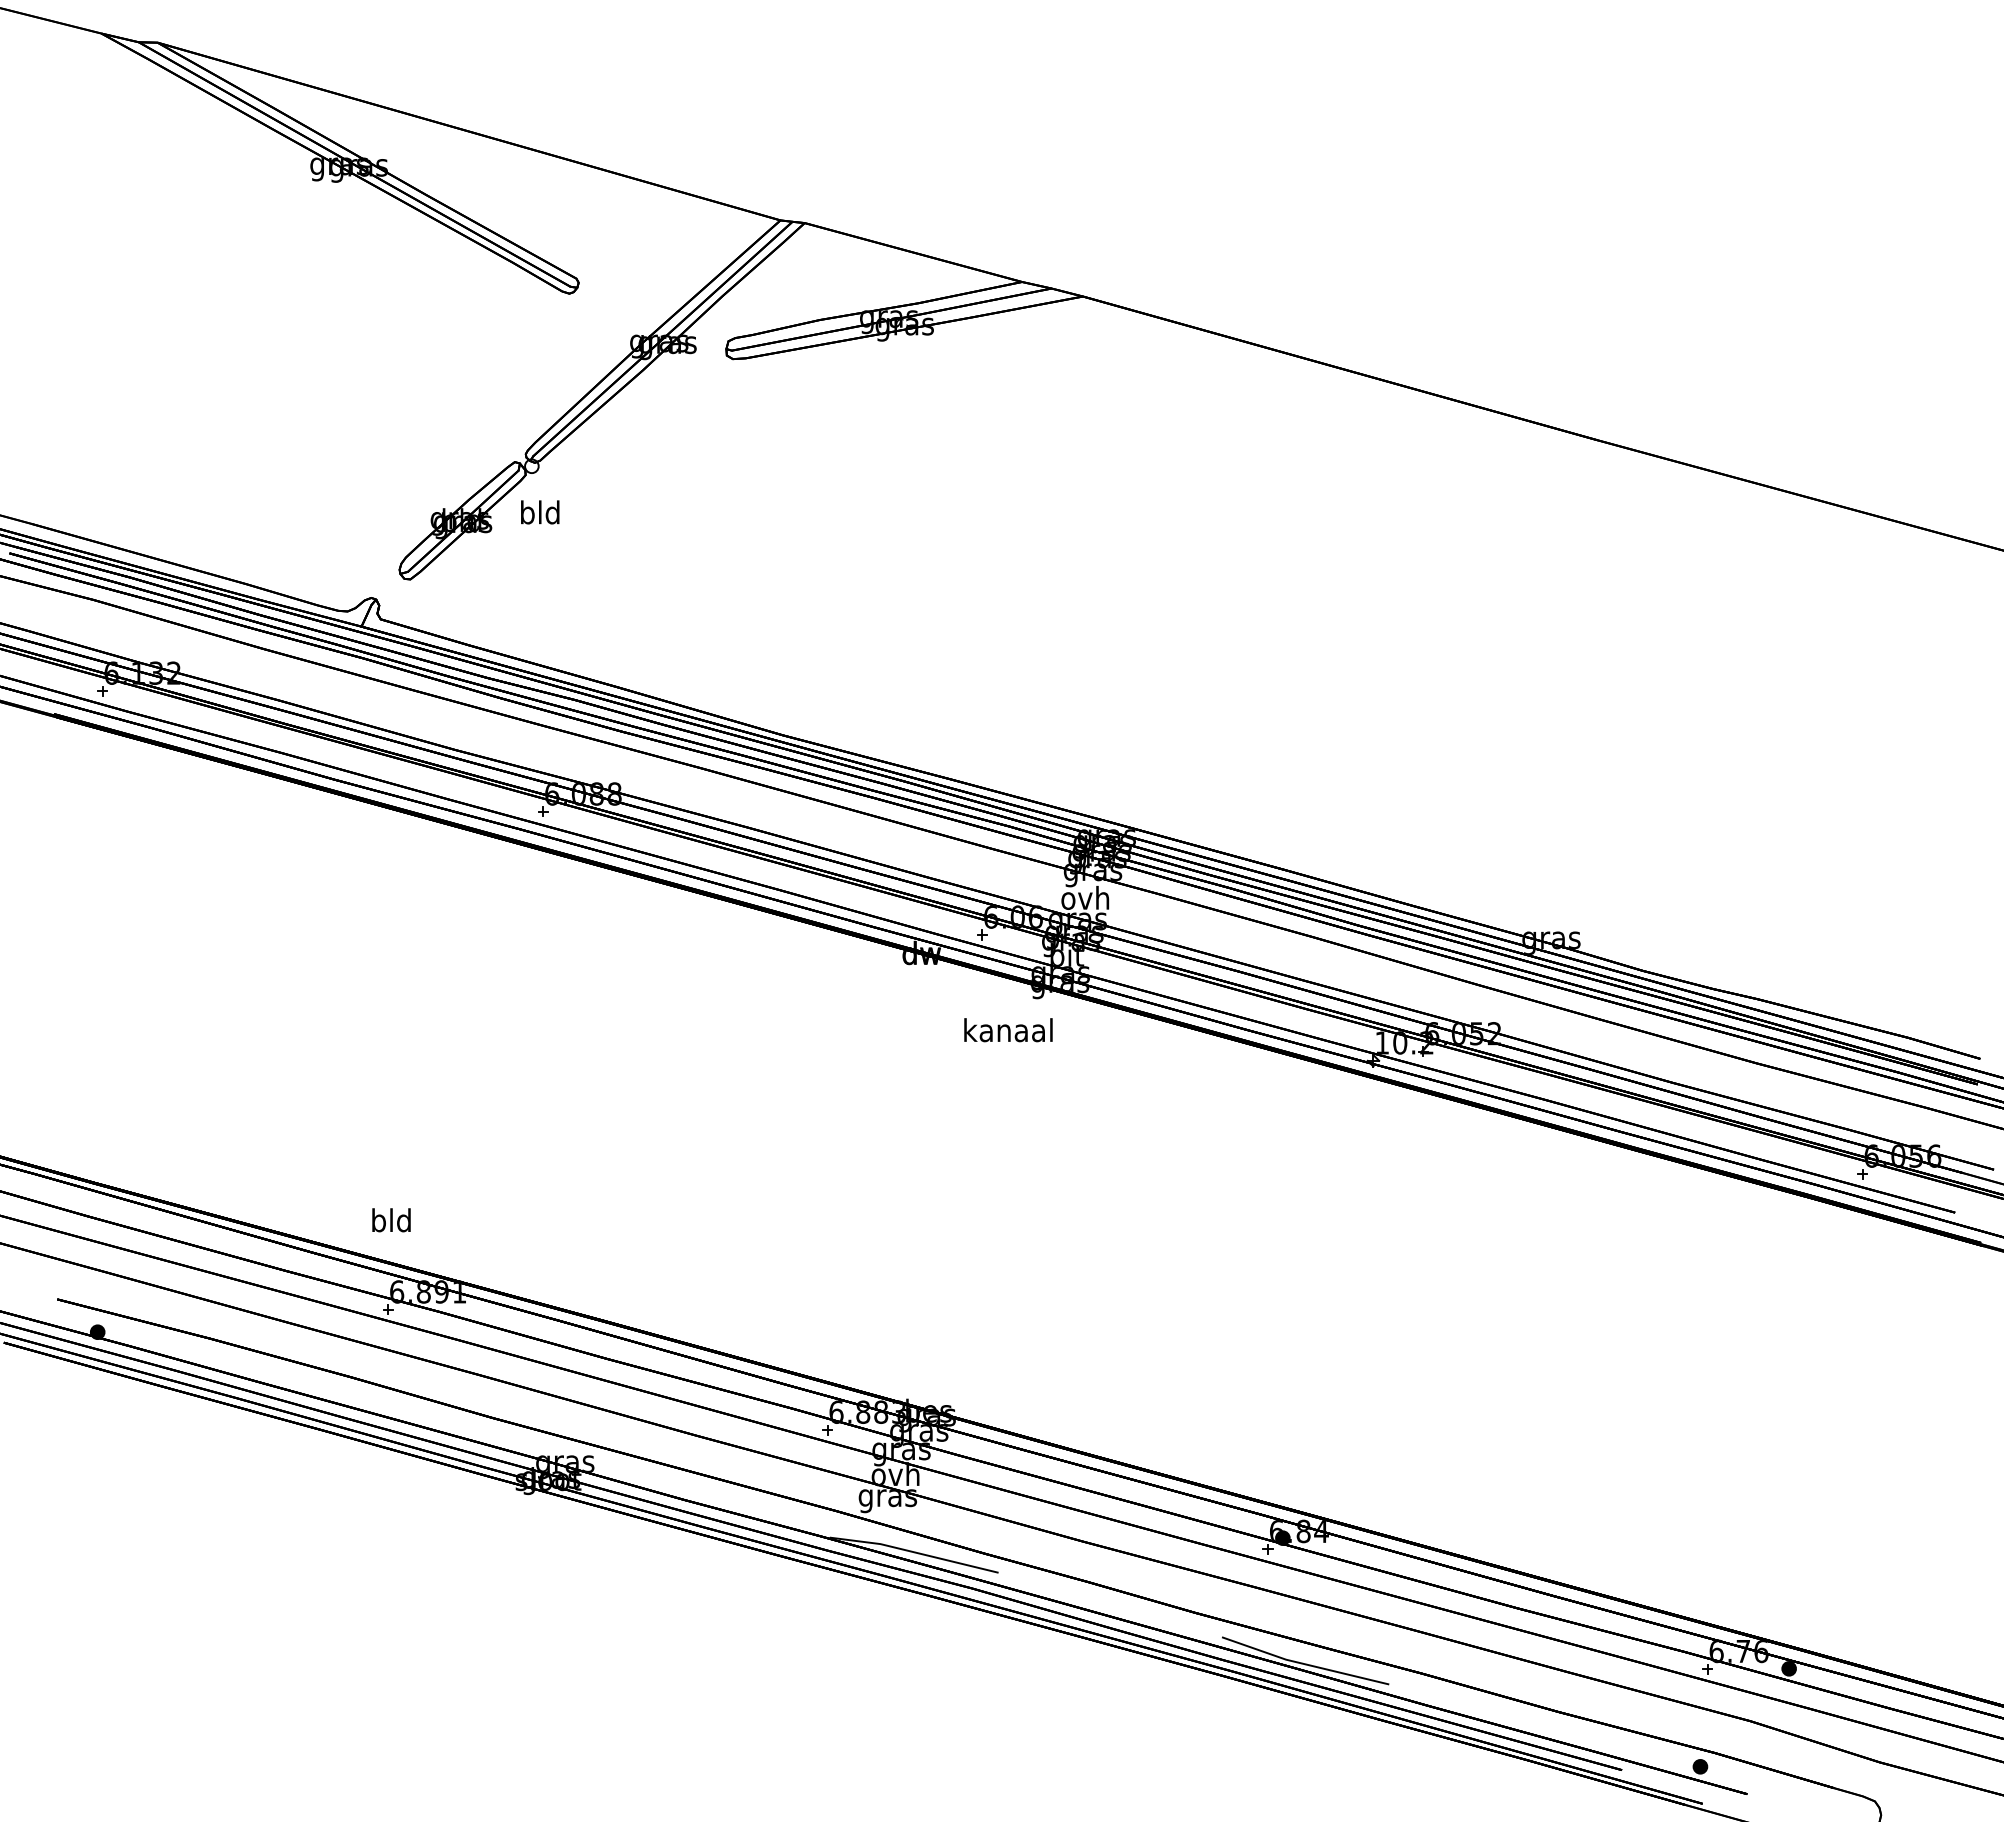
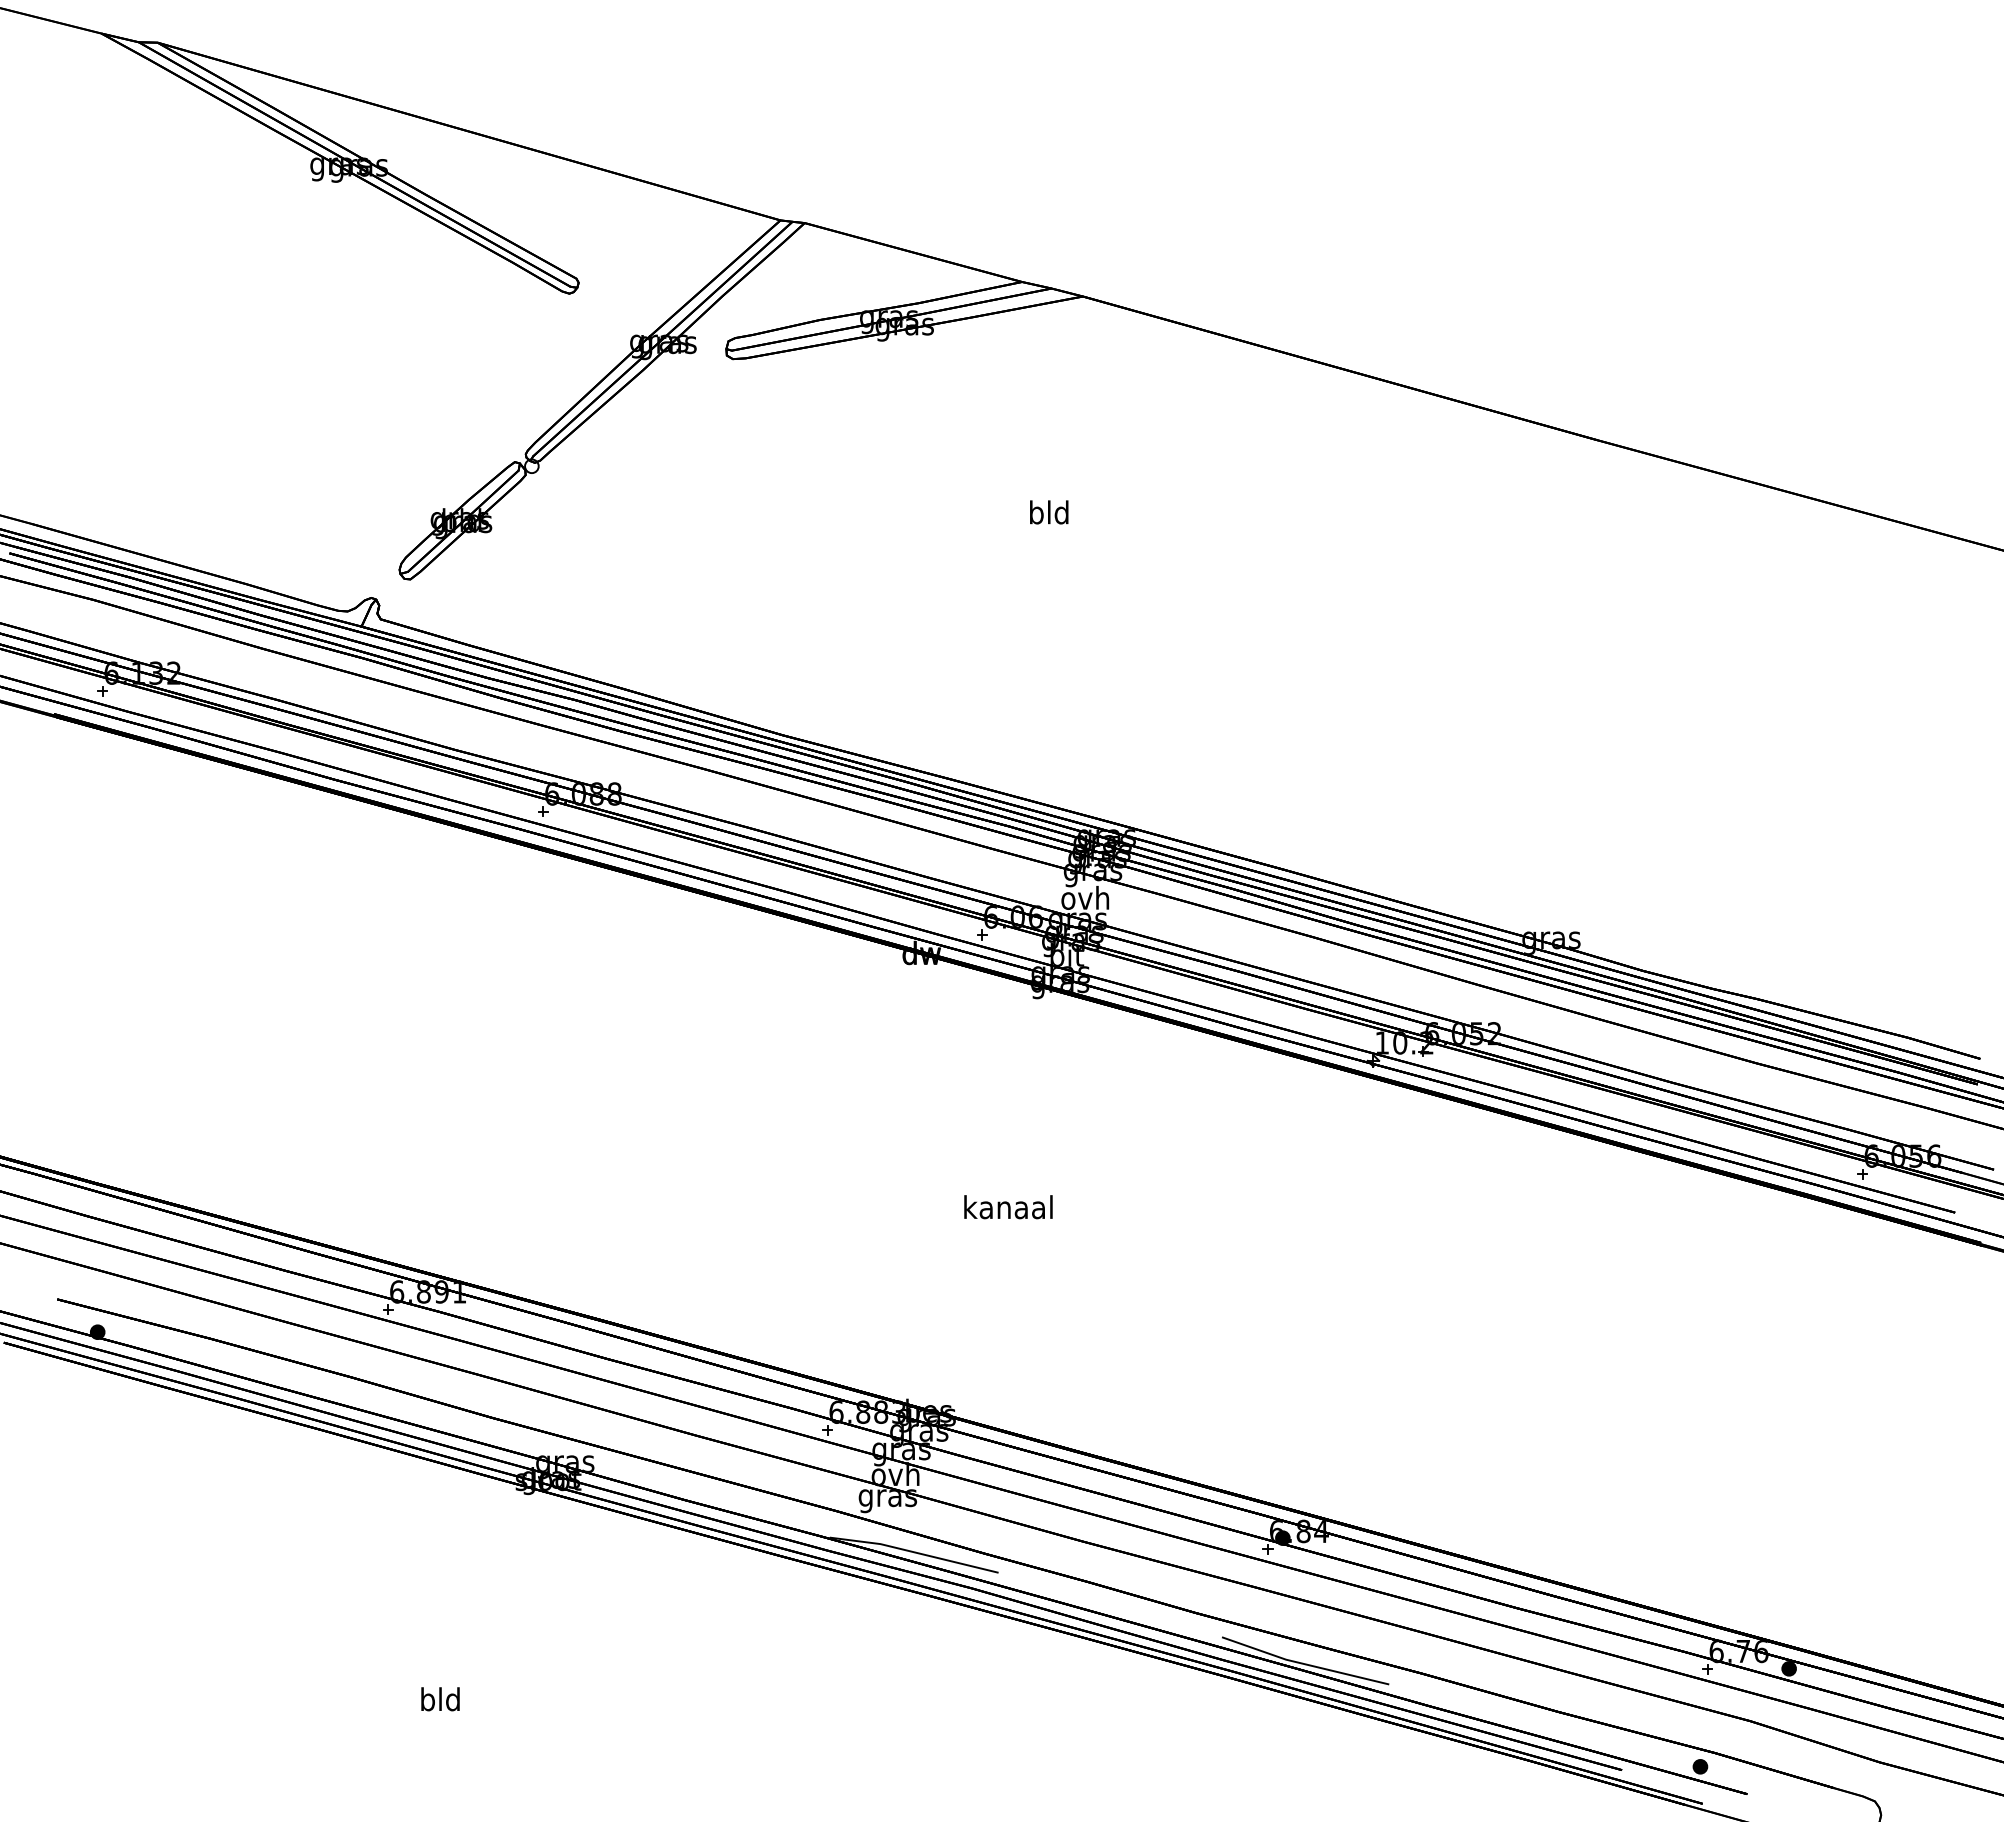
text at (540, 512) position: (540, 512) -> (1049, 512)
text at (1008, 1030) position: (1008, 1030) -> (1008, 1207)
text at (391, 1220) position: (391, 1220) -> (440, 1699)
